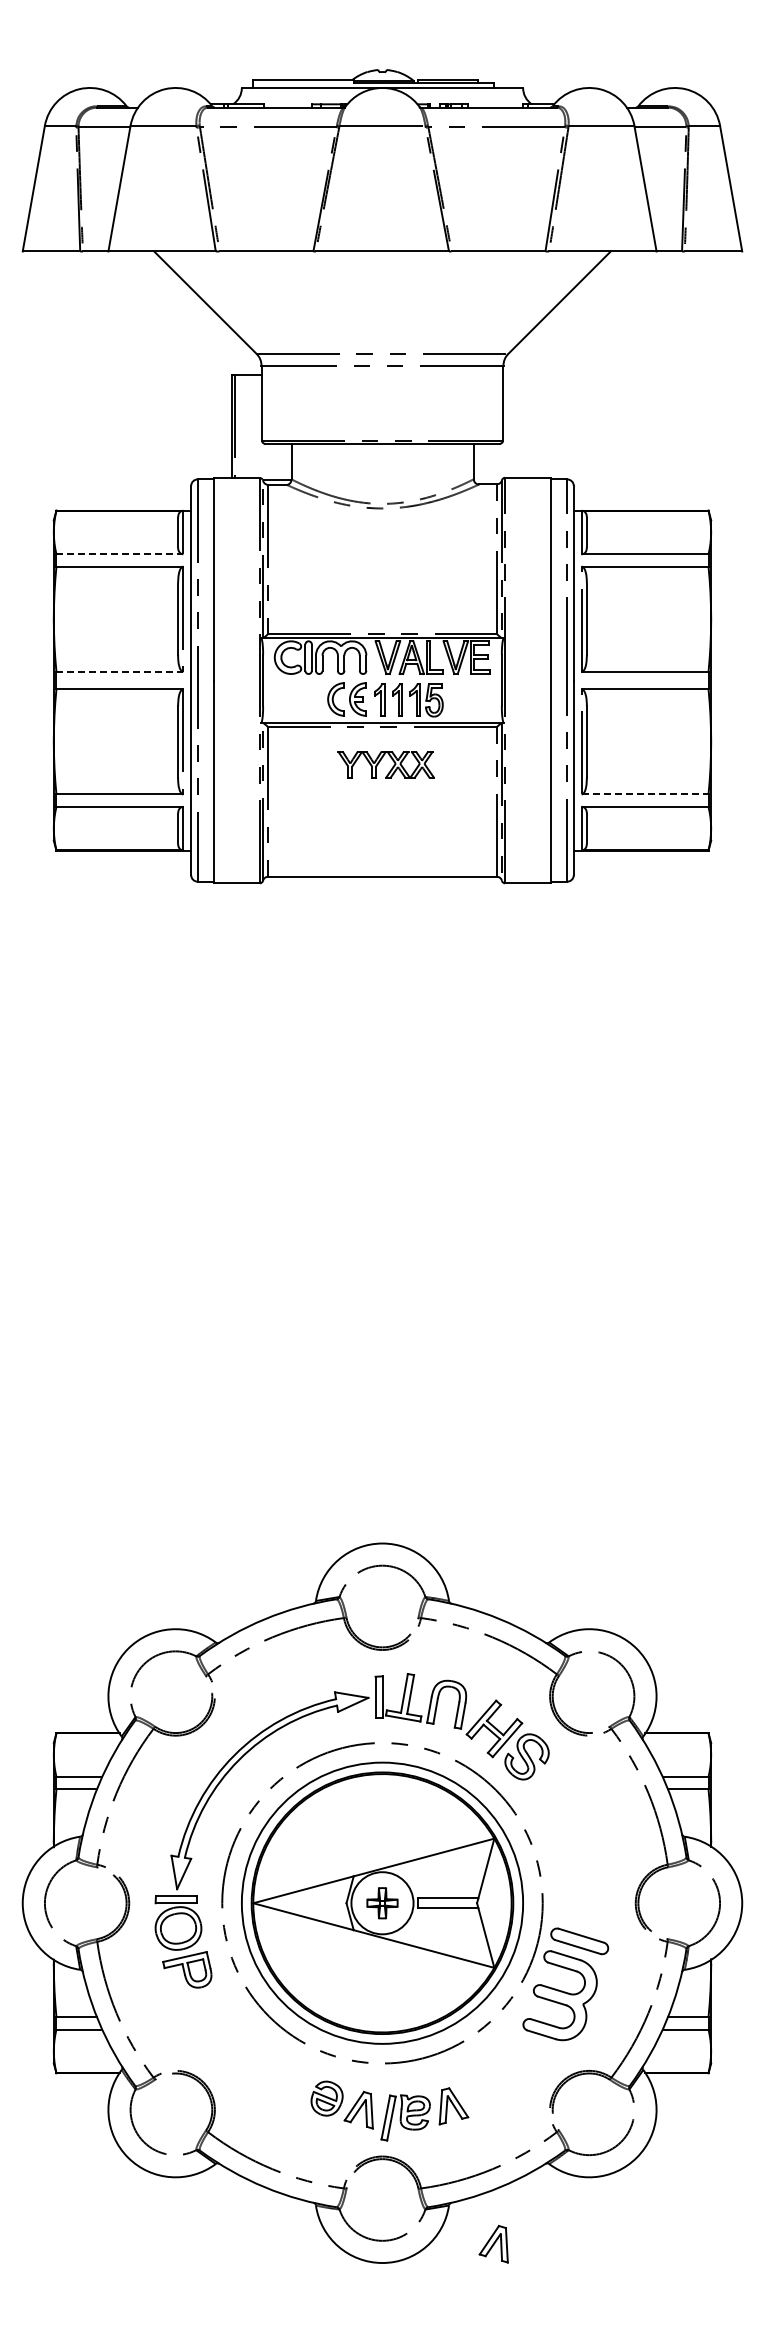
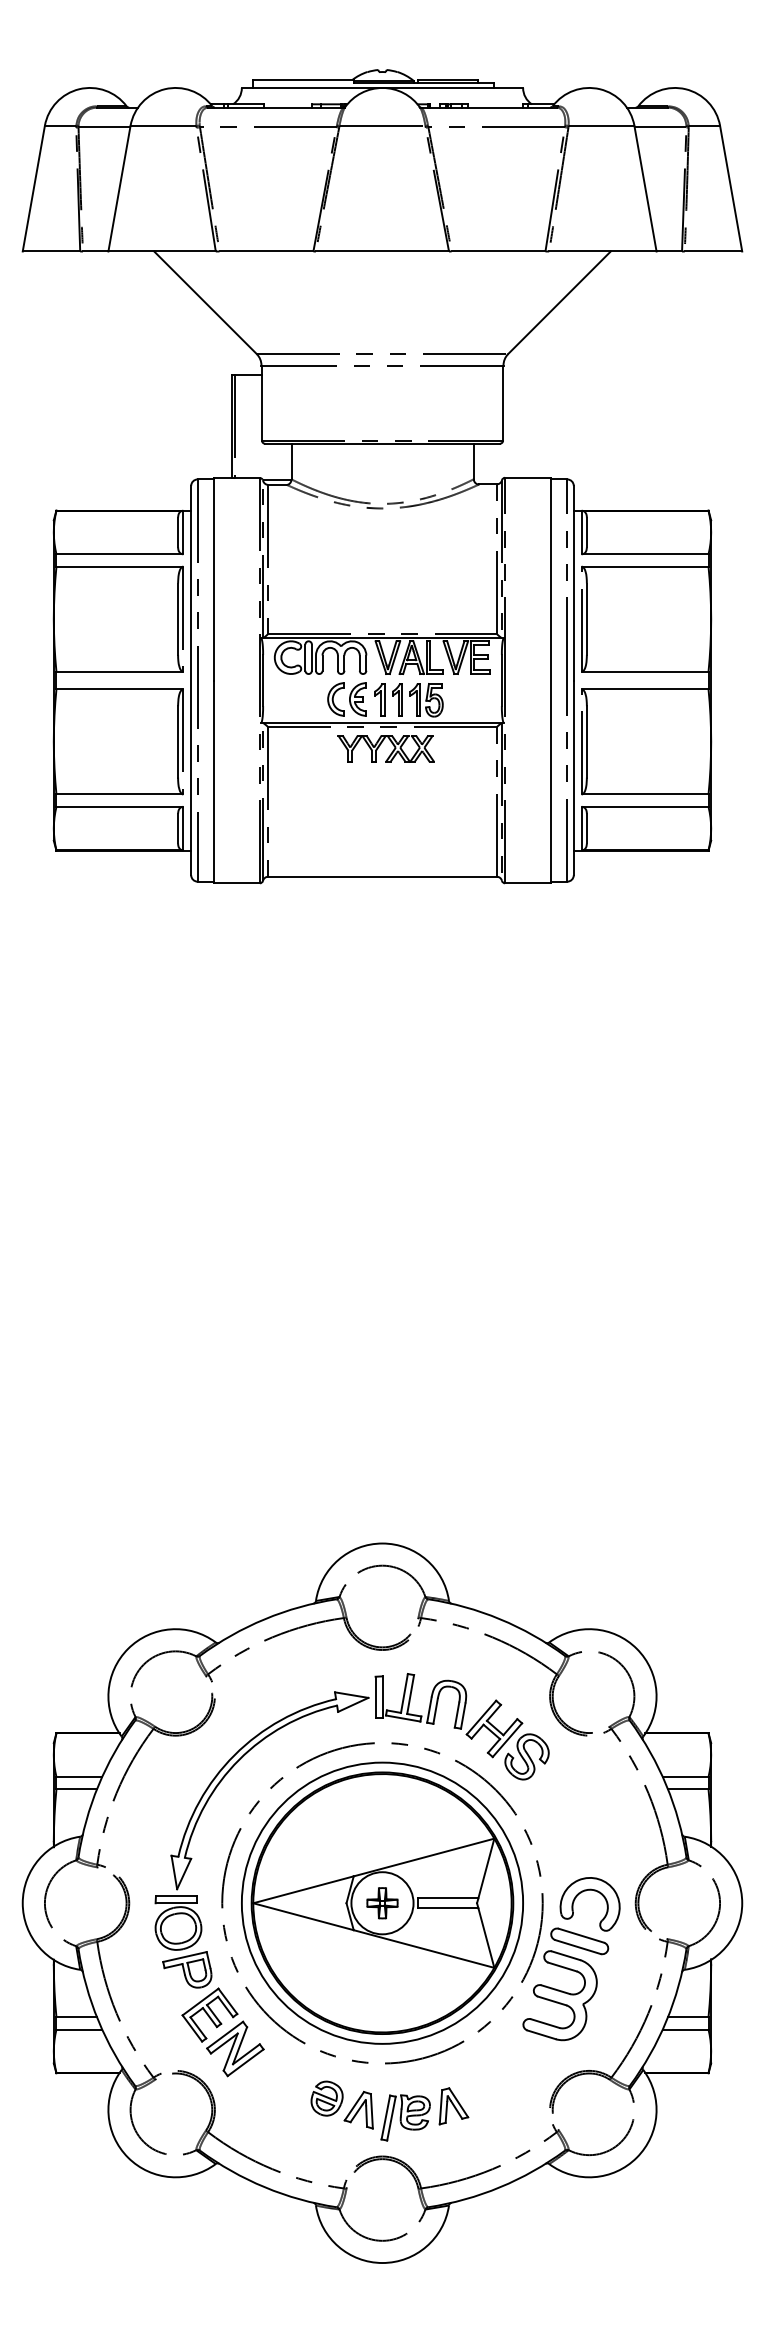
line at (120, 554): dashed -> solid
line at (120, 671): dashed -> solid
part at (385, 764) position: (385, 764) -> (385, 748)
line at (645, 794): dashed -> solid
part at (586, 1891): none -> present
part at (222, 2032): none -> present
part at (493, 2243): present -> none
